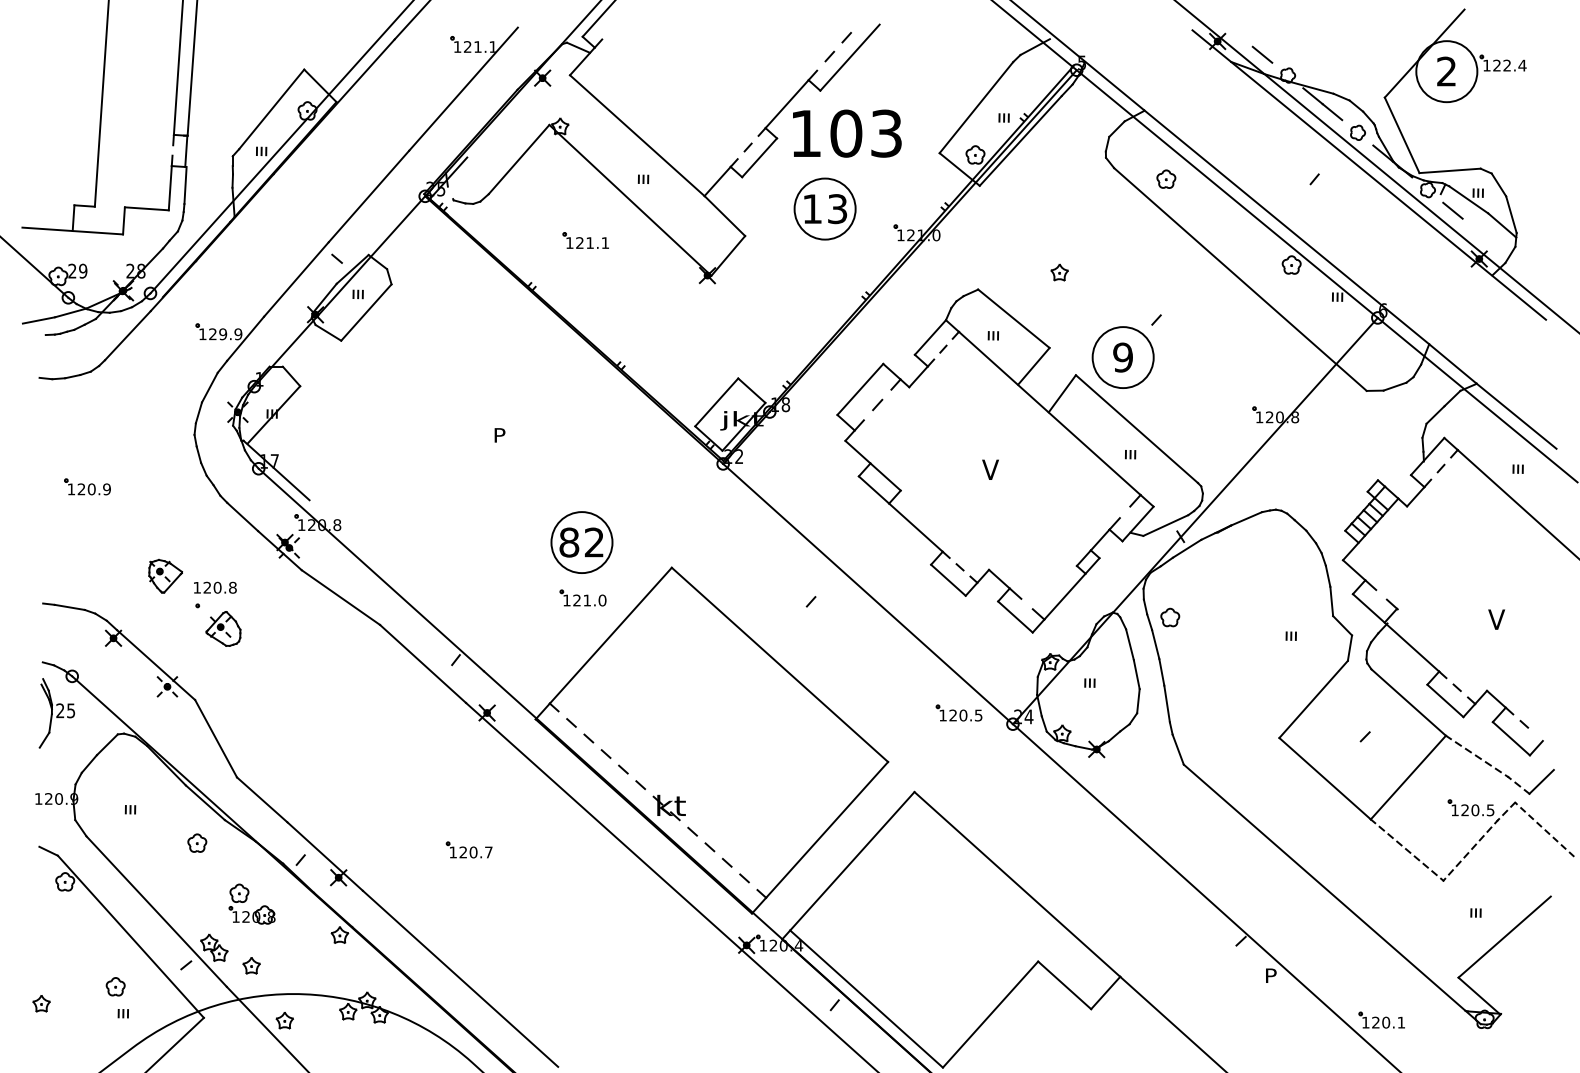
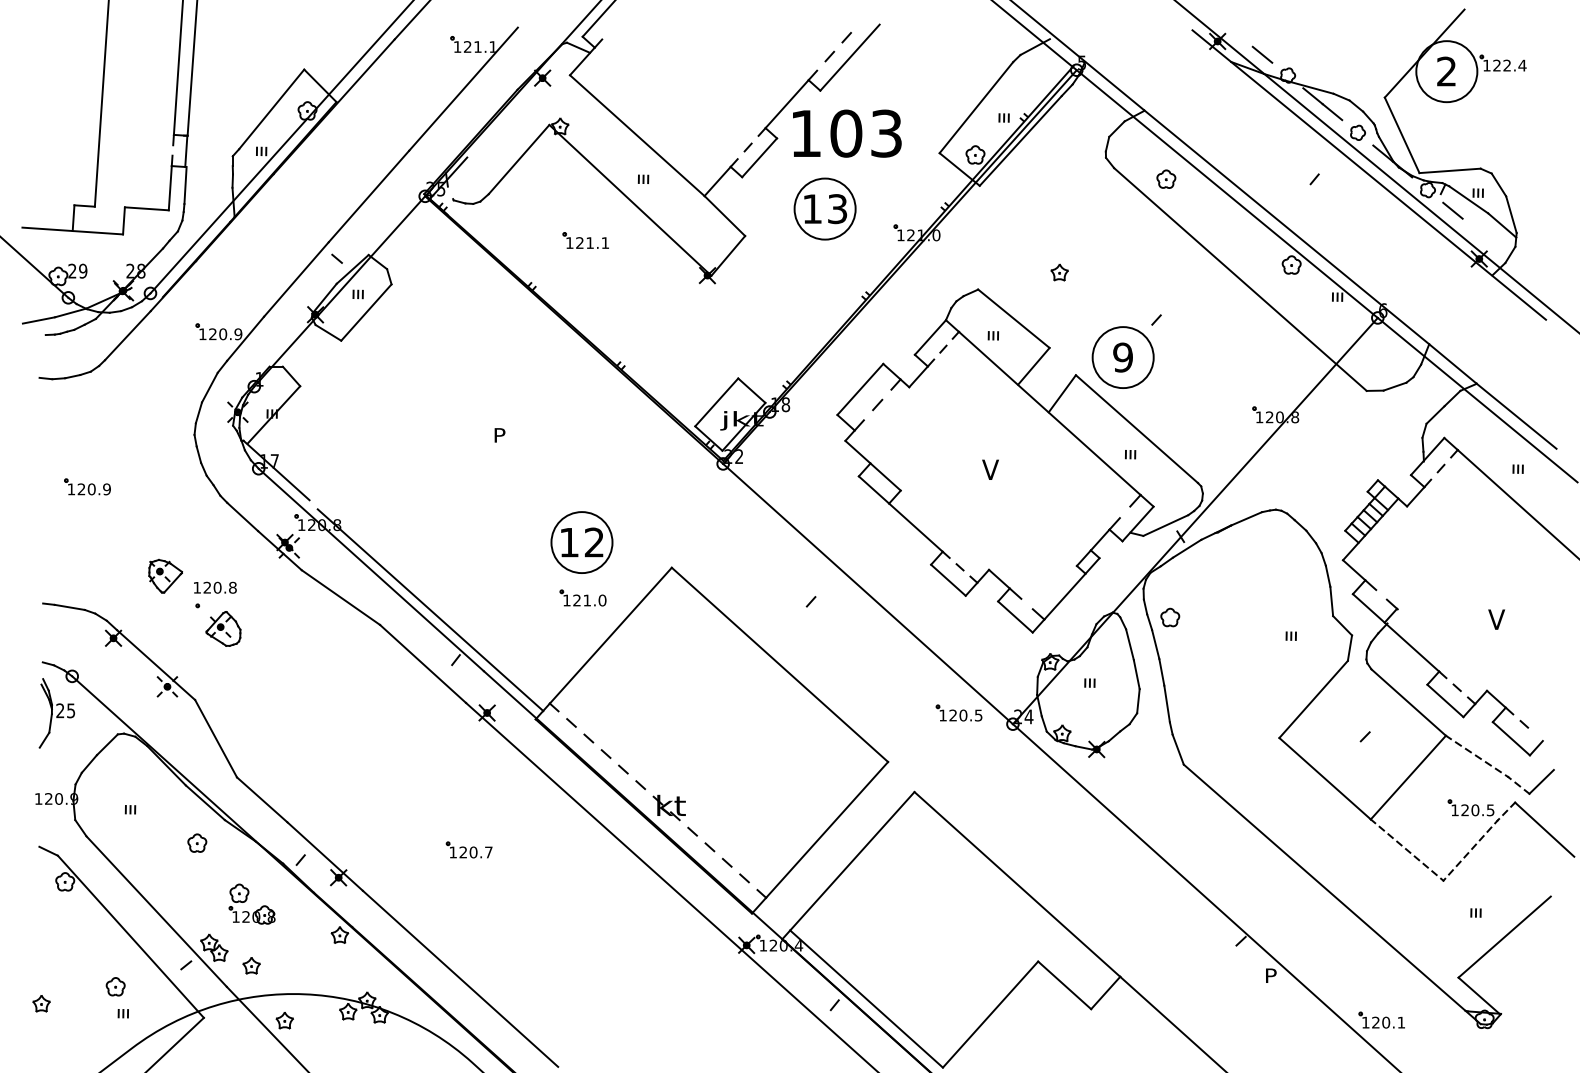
text at (222, 334): 129.9 -> 120.9
text at (569, 542): 82 -> 12
line at (430, 610): none -> present
line at (1544, 829): dashed -> solid
